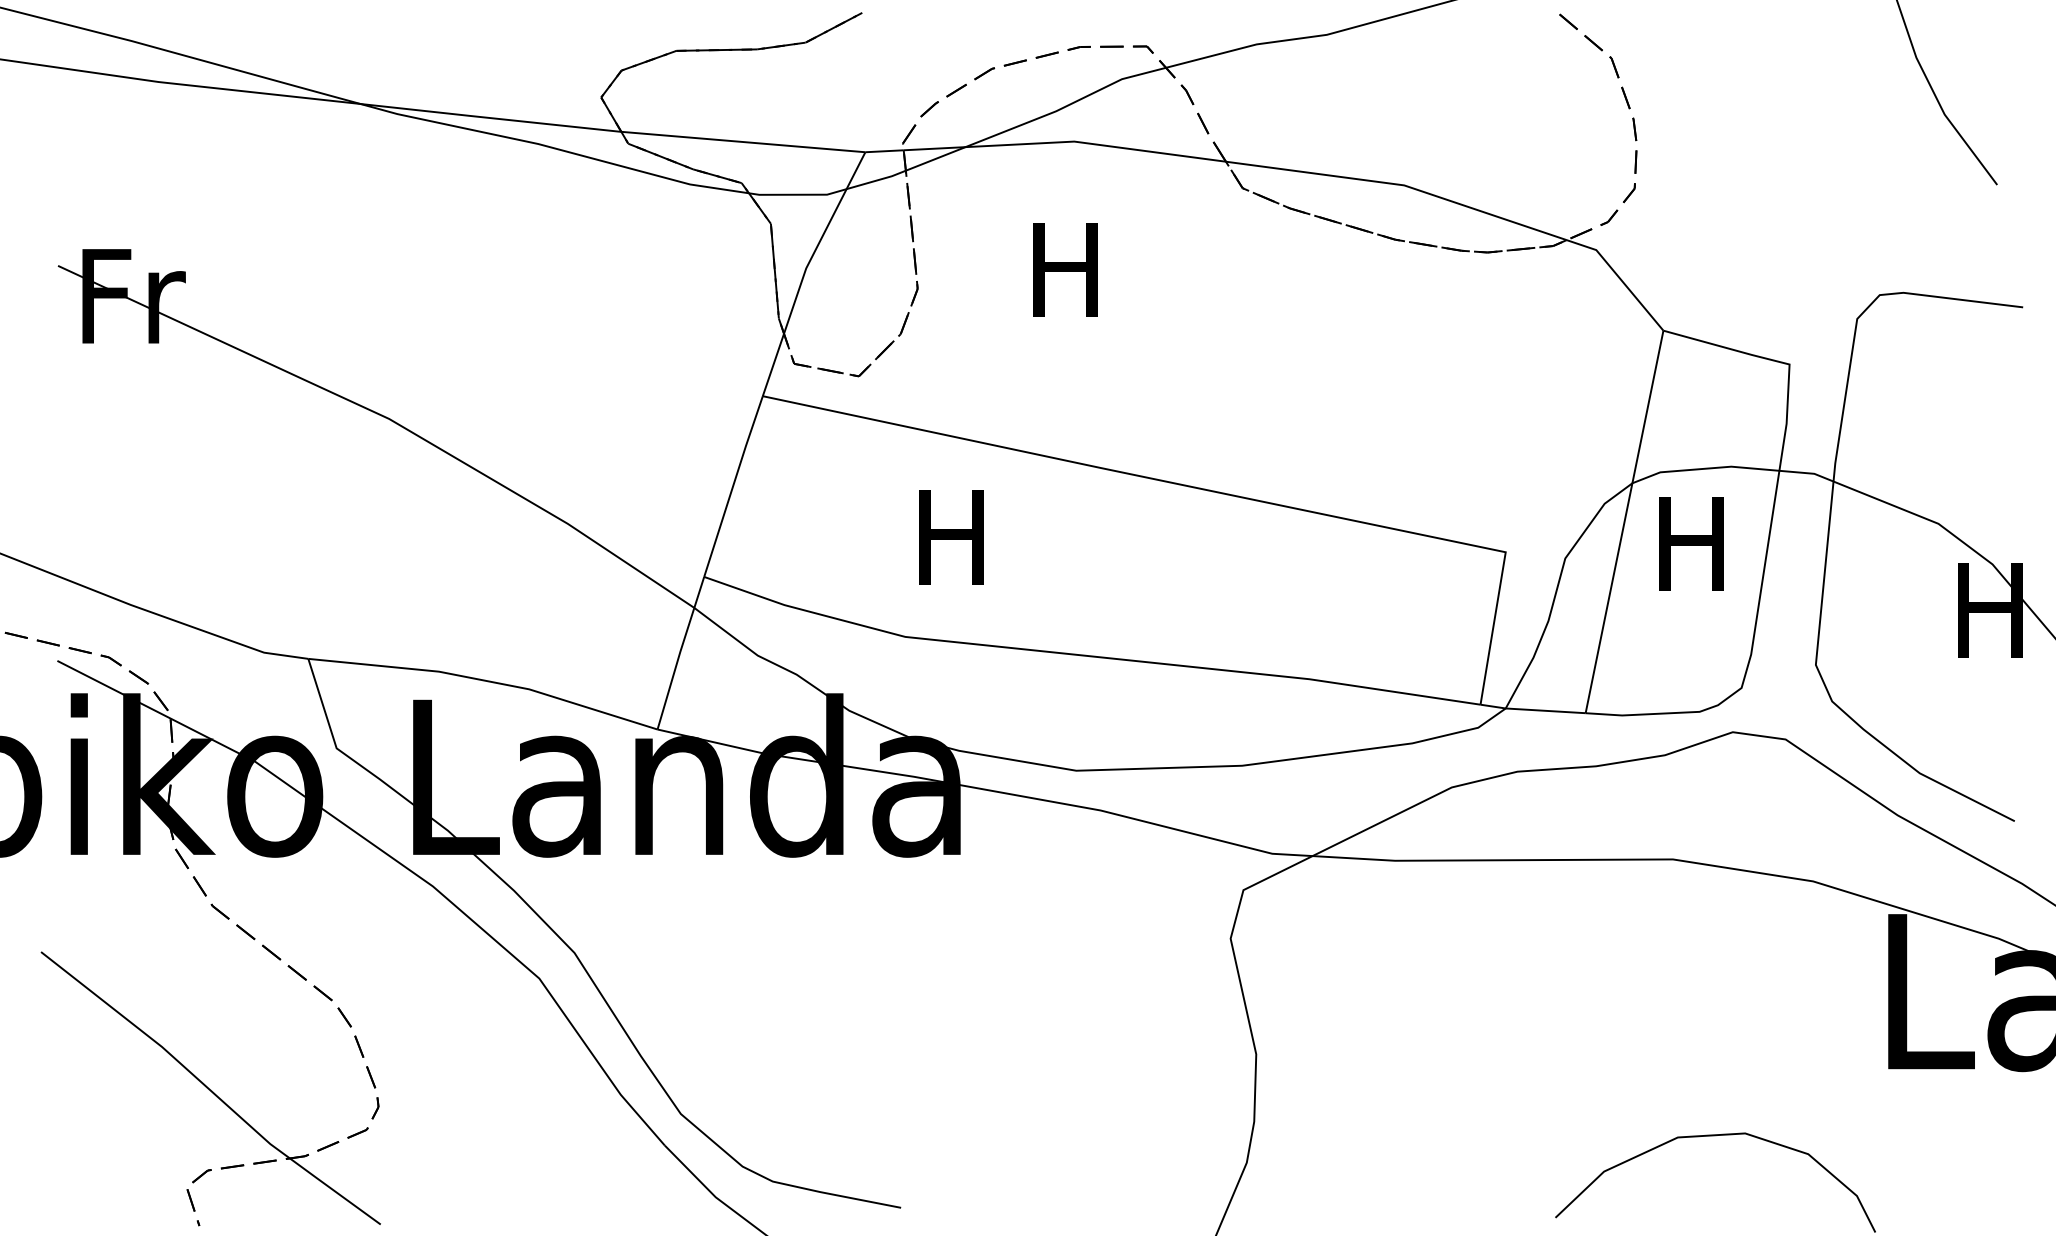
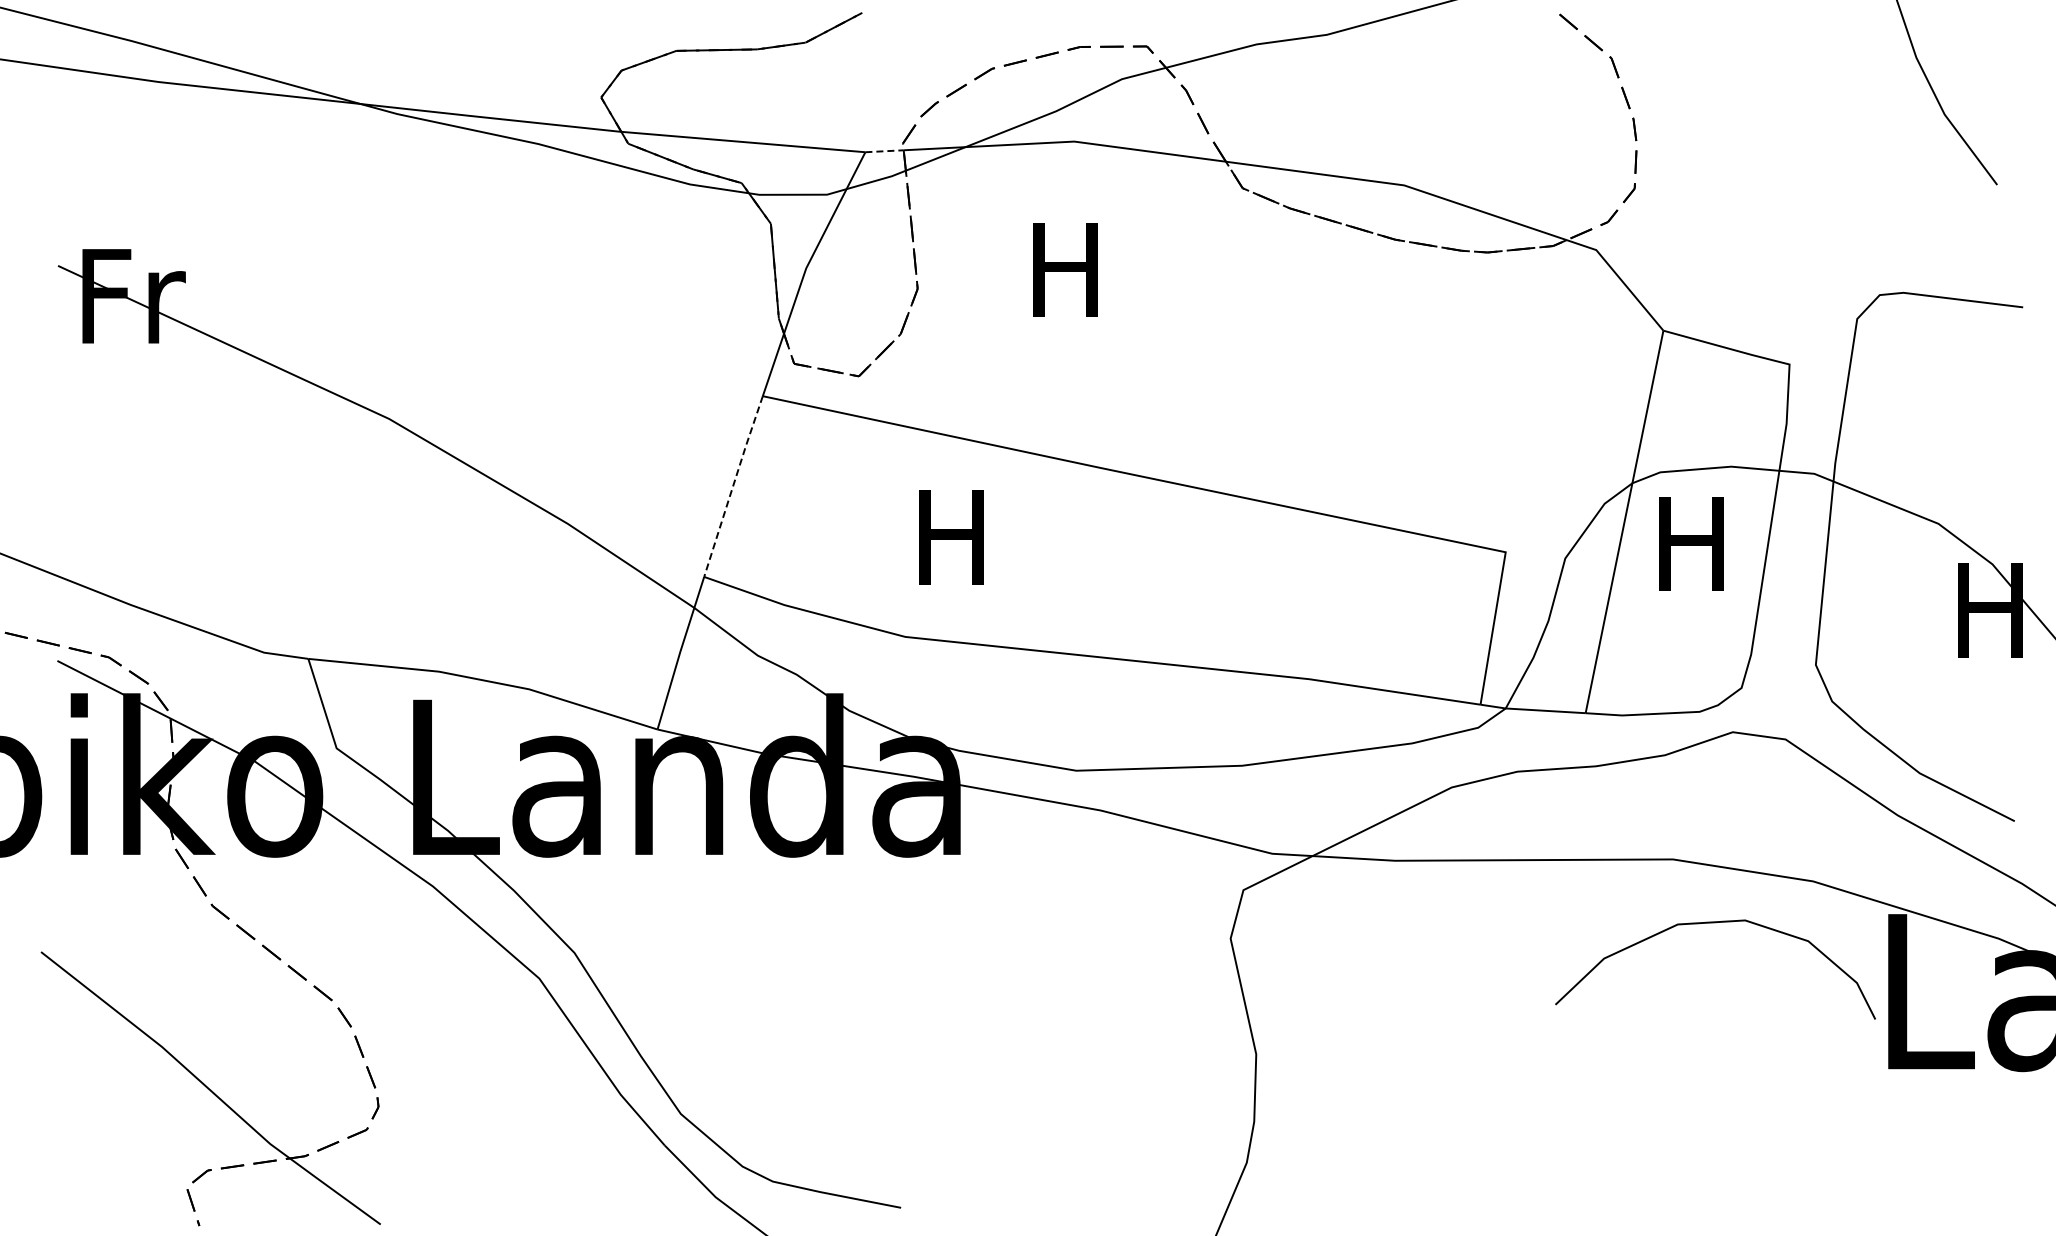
line at (885, 151): solid -> dashed
line at (733, 485): solid -> dashed
curve at (1715, 1136) position: (1715, 1136) -> (1715, 923)
